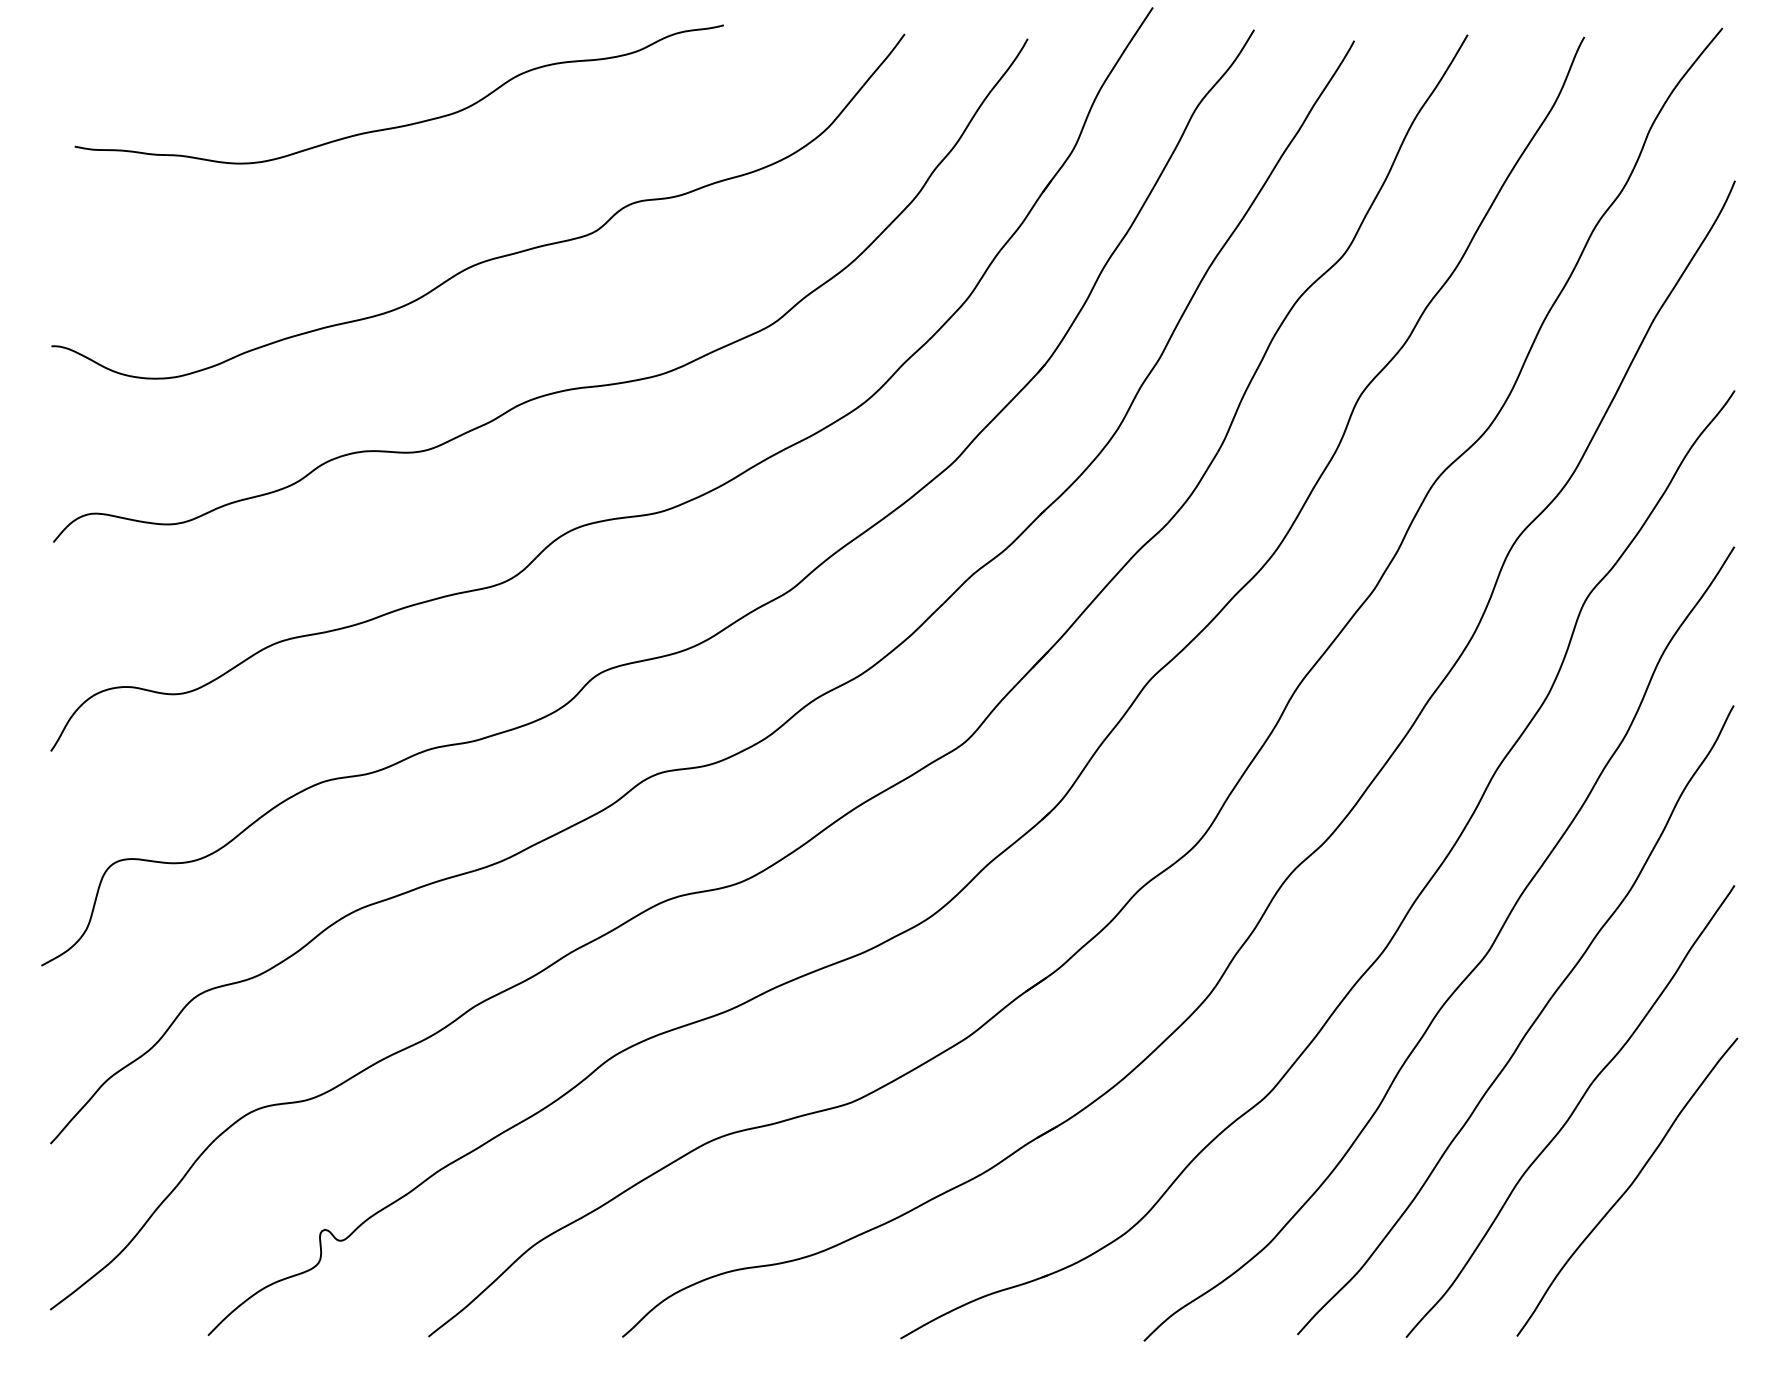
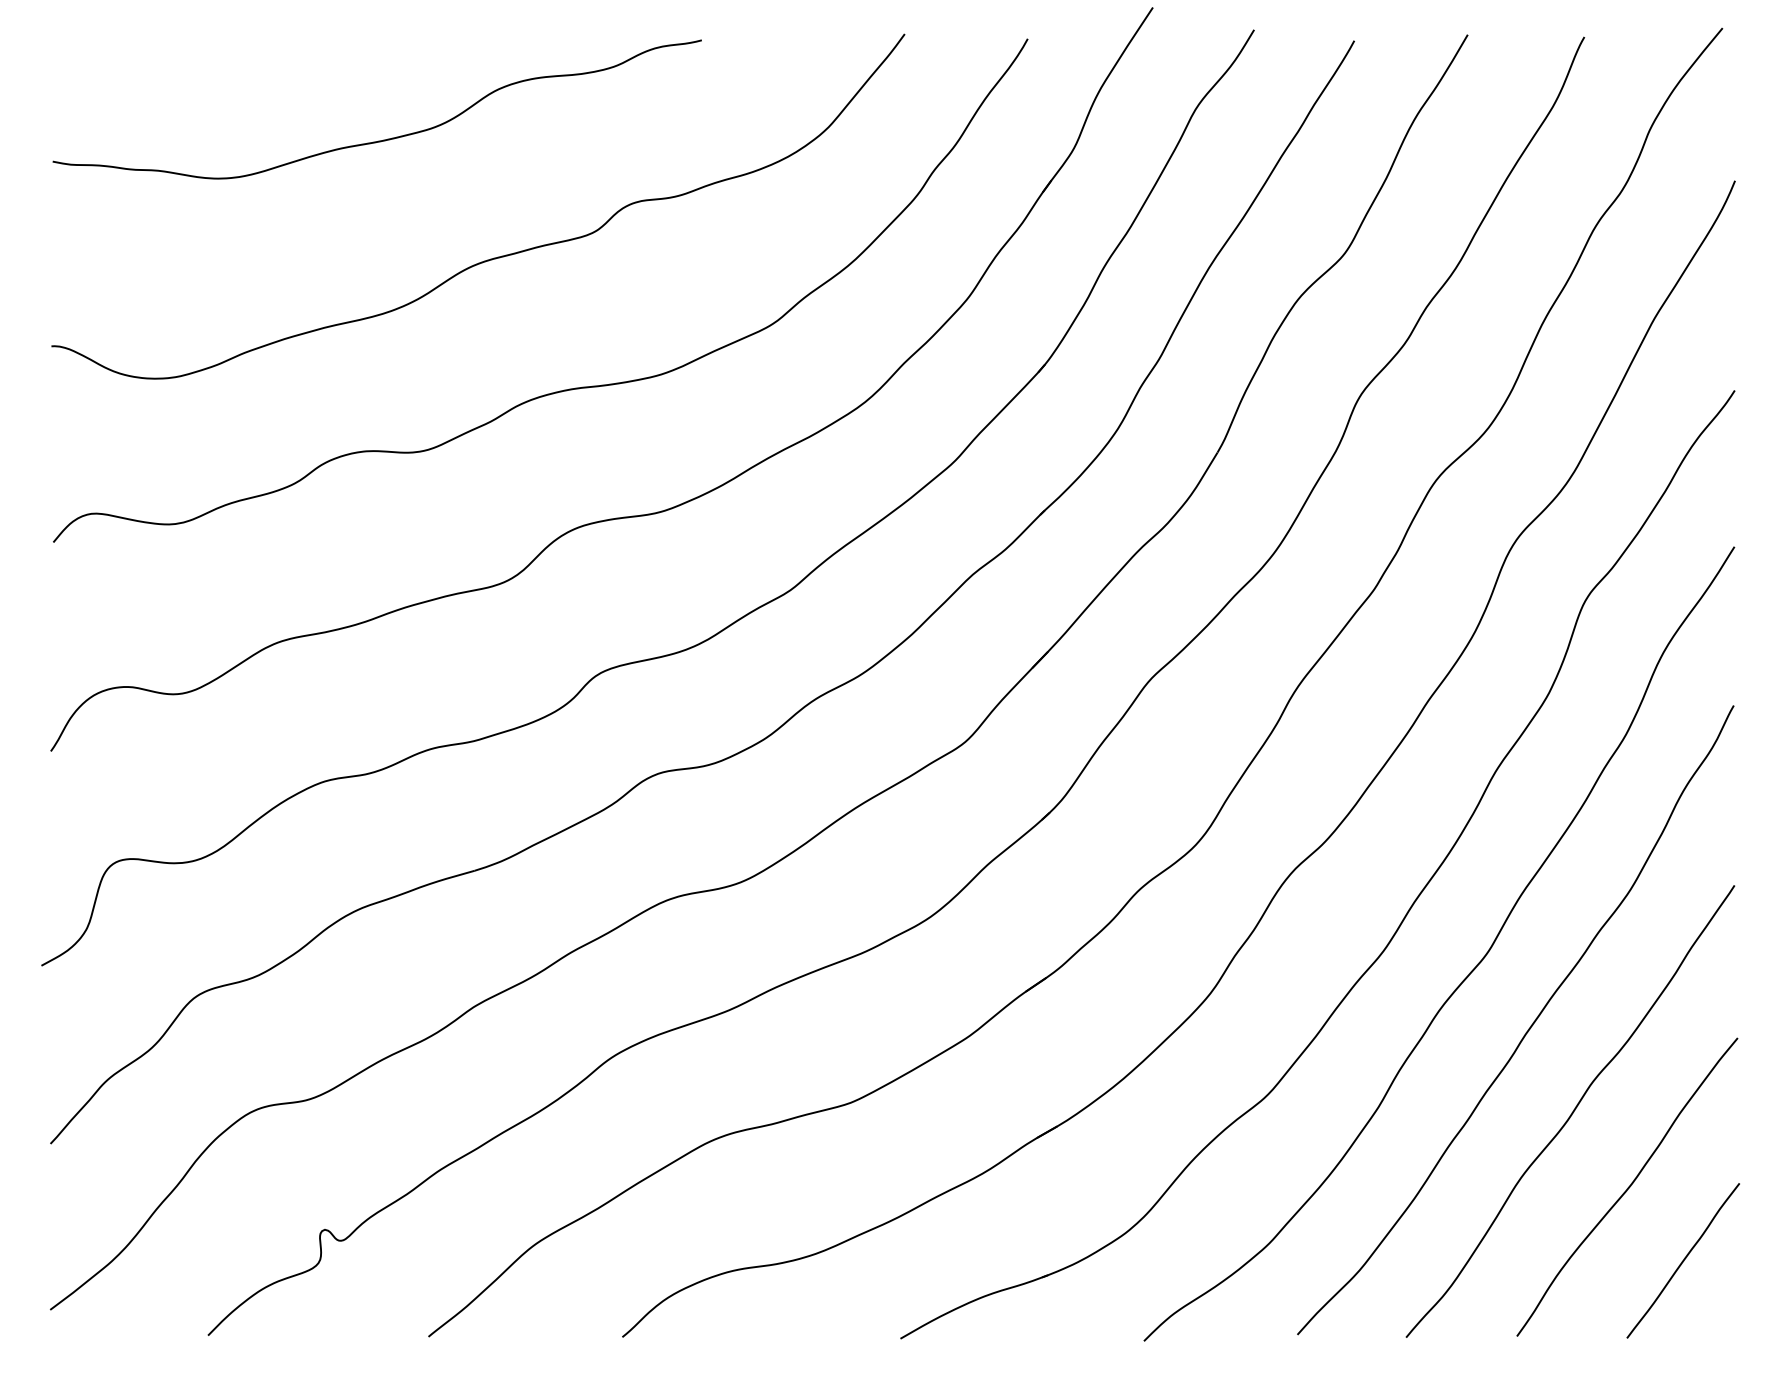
curve at (405, 124) position: (405, 124) -> (383, 139)
curve at (1682, 1260): none -> present
